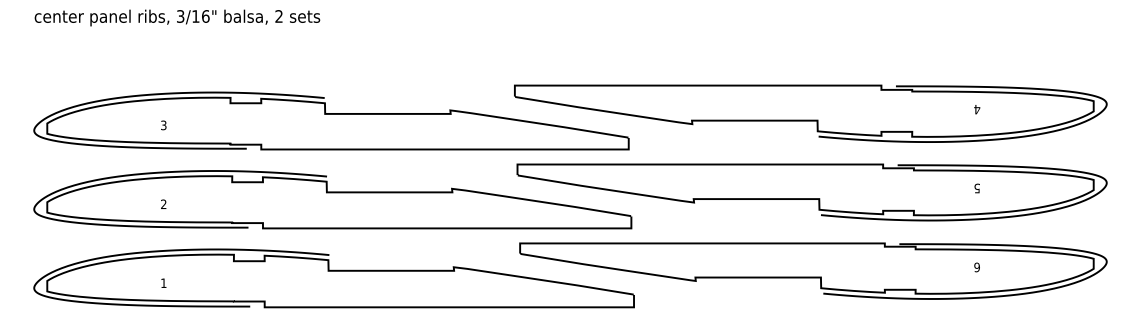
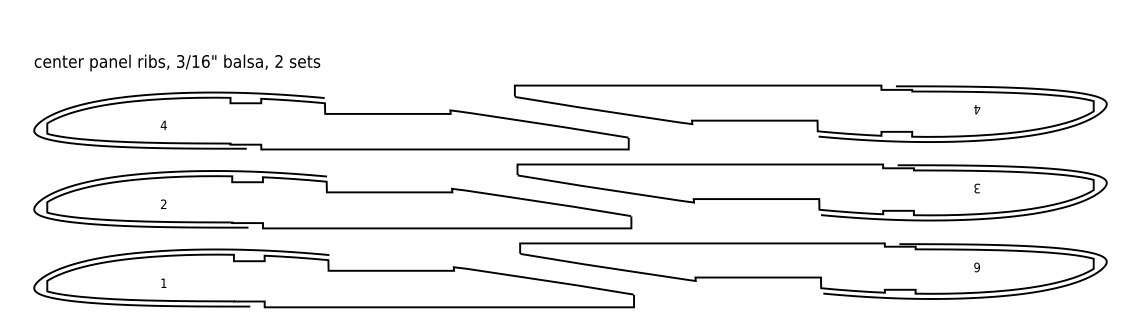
text at (177, 17) position: (177, 17) -> (177, 62)
text at (163, 125): 3 -> 4
text at (976, 189): 5 -> 3
